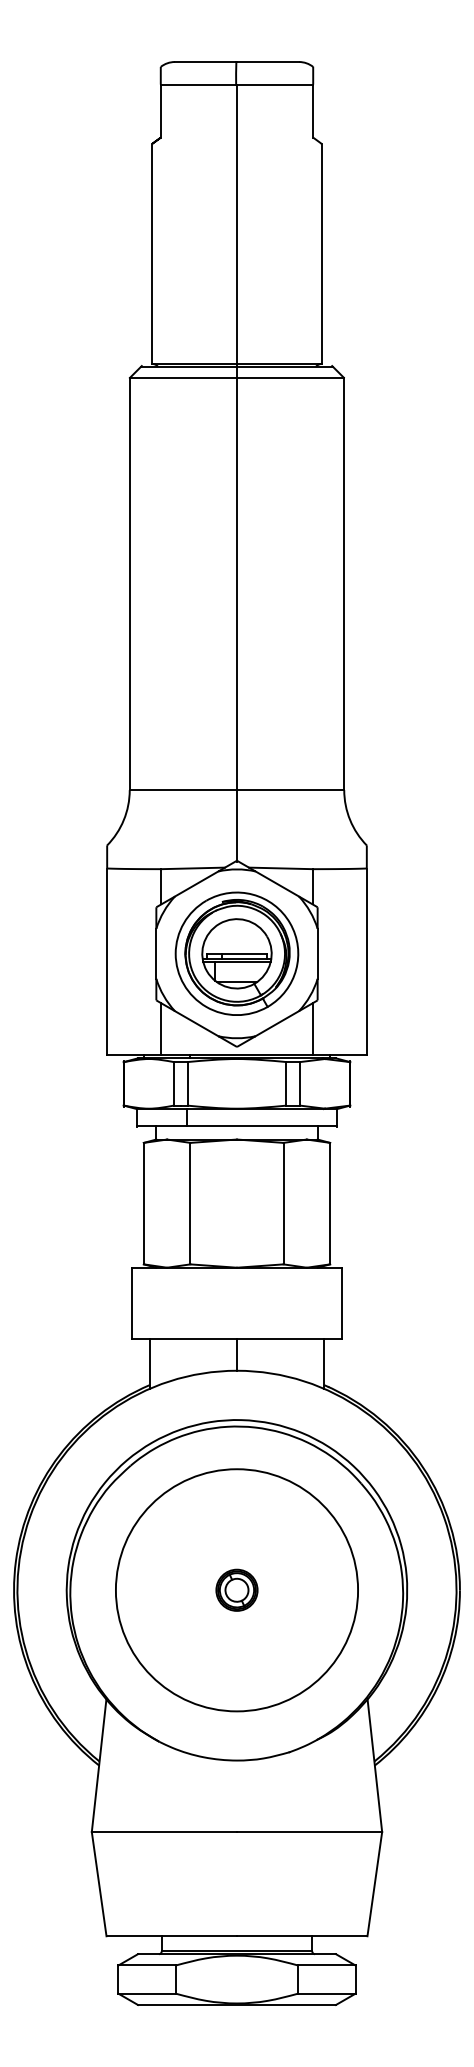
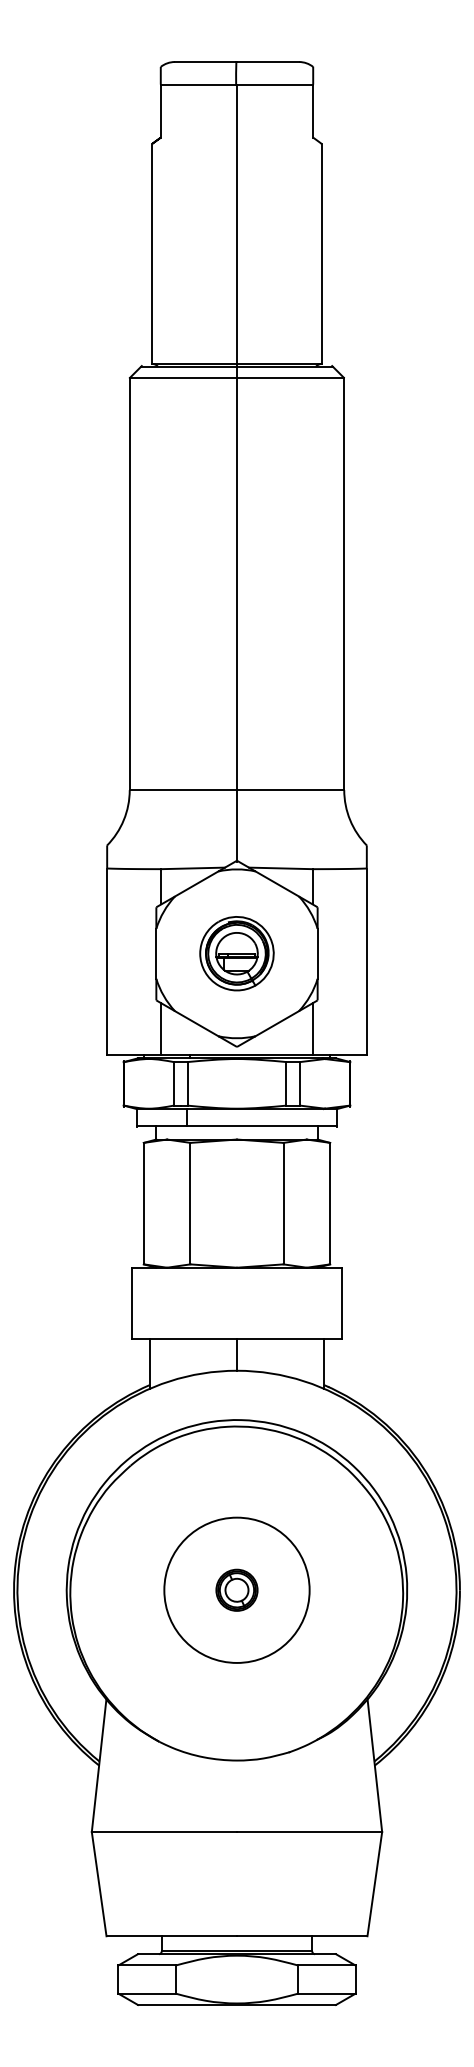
part at (236, 953) size: 126x125 px -> 76x76 px
circle at (236, 1590) diameter: 242 px -> 145 px
